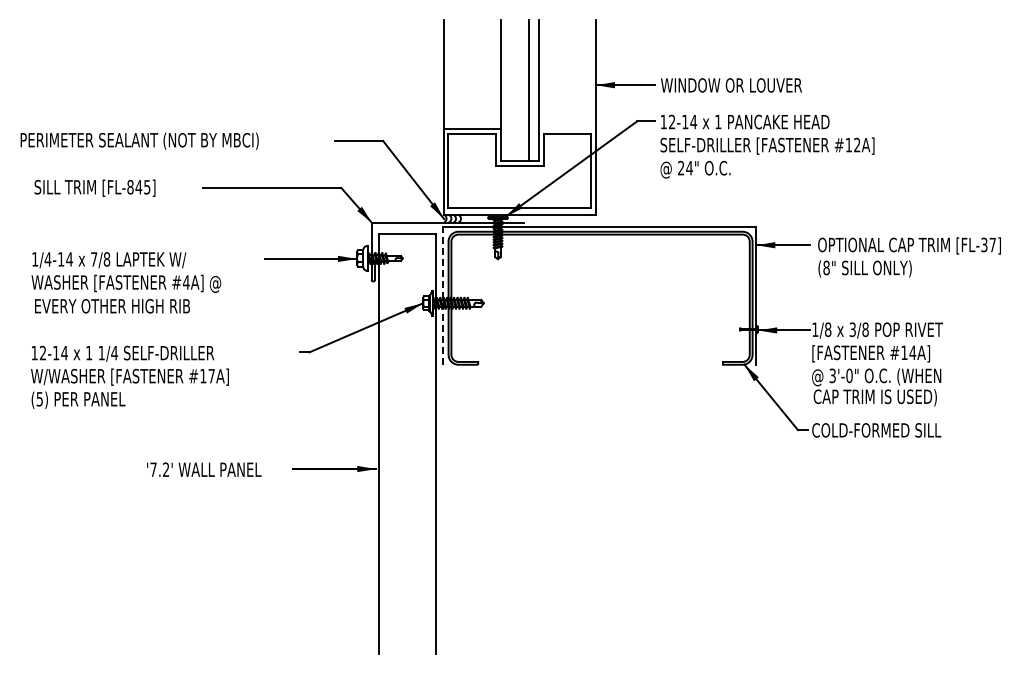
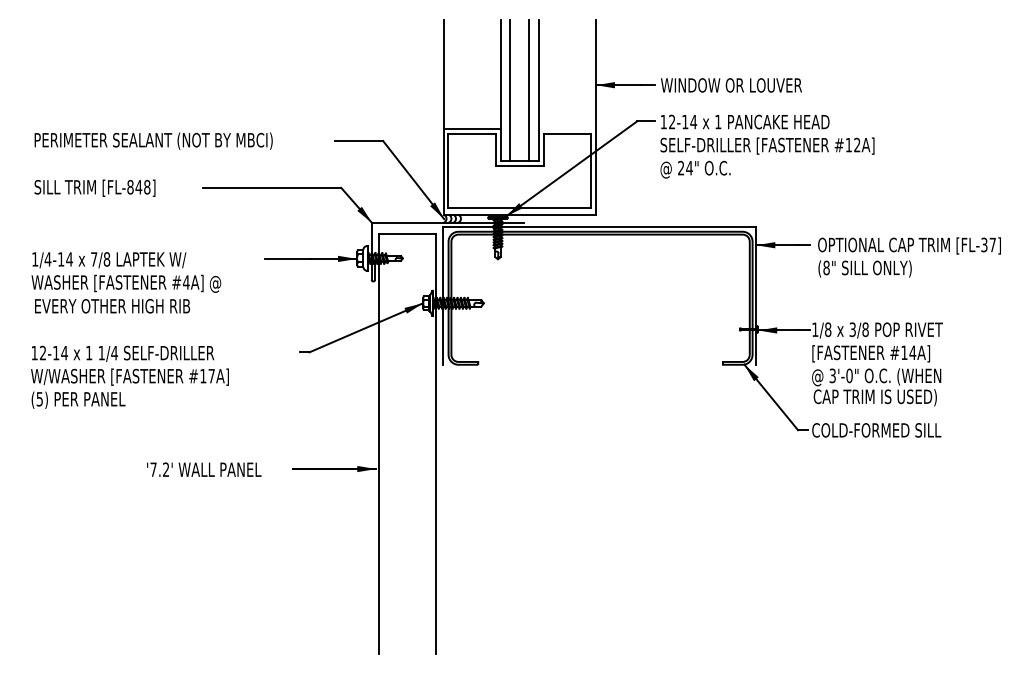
line at (510, 90): none -> present
text at (139, 140) position: (139, 140) -> (153, 140)
text at (147, 187): [FL-845] -> [FL-848]
line at (442, 296): dashed -> solid
